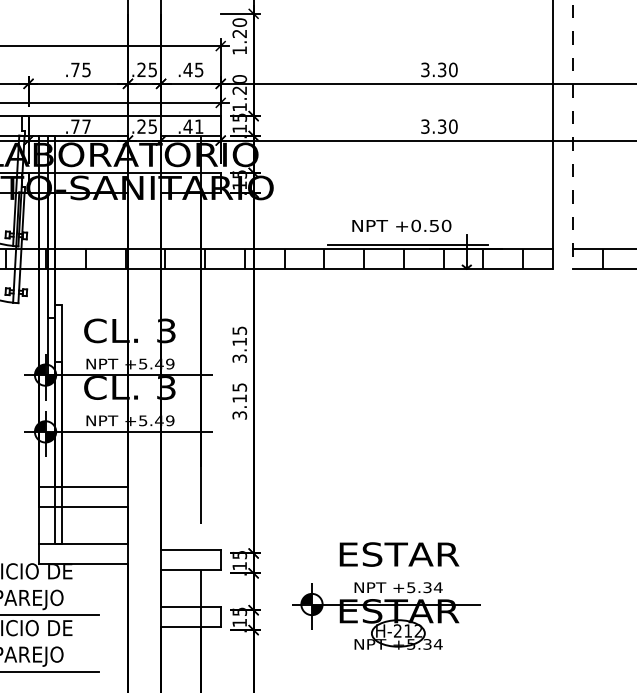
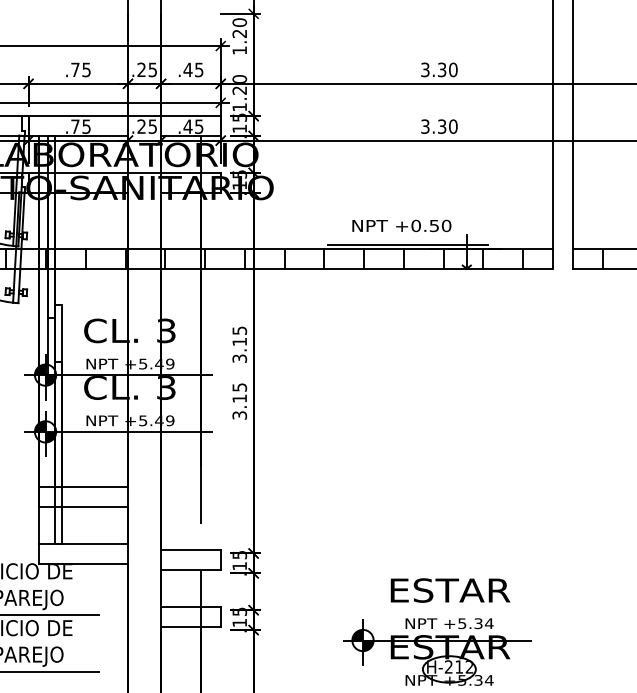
text at (86, 126): .77 -> .75
text at (199, 126): .41 -> .45
line at (572, 134): dashed -> solid
part at (386, 595) position: (386, 595) -> (437, 631)
